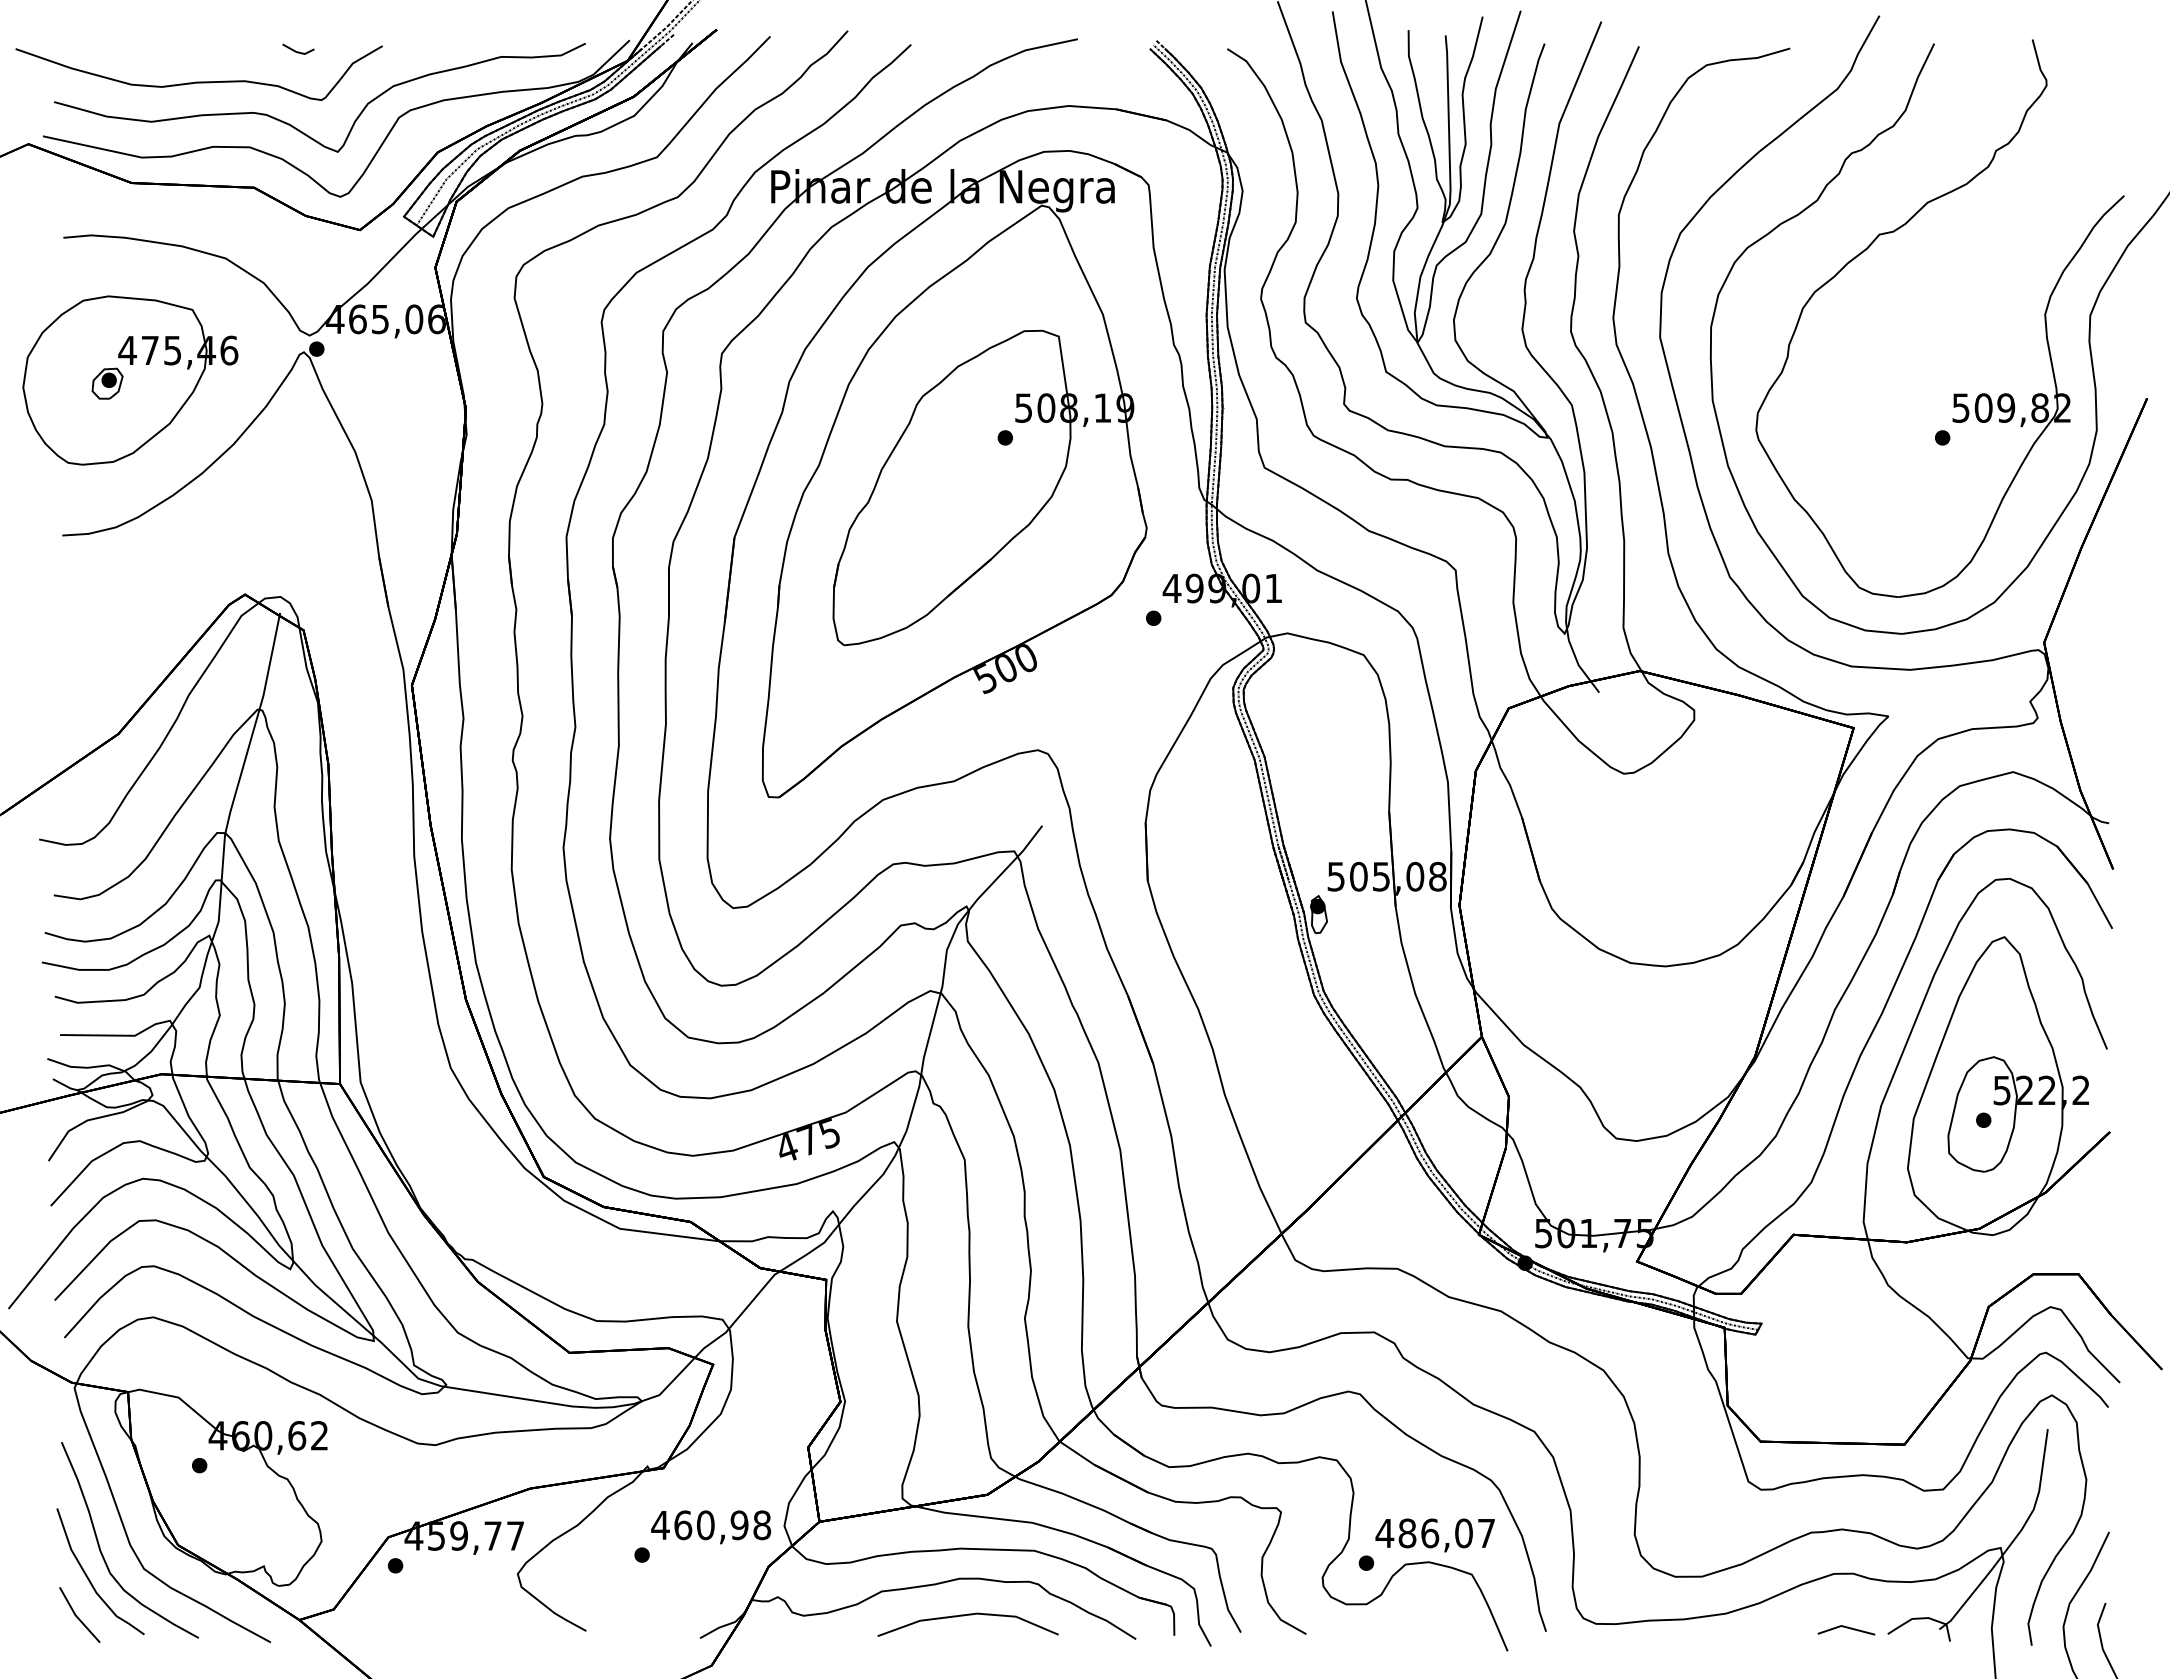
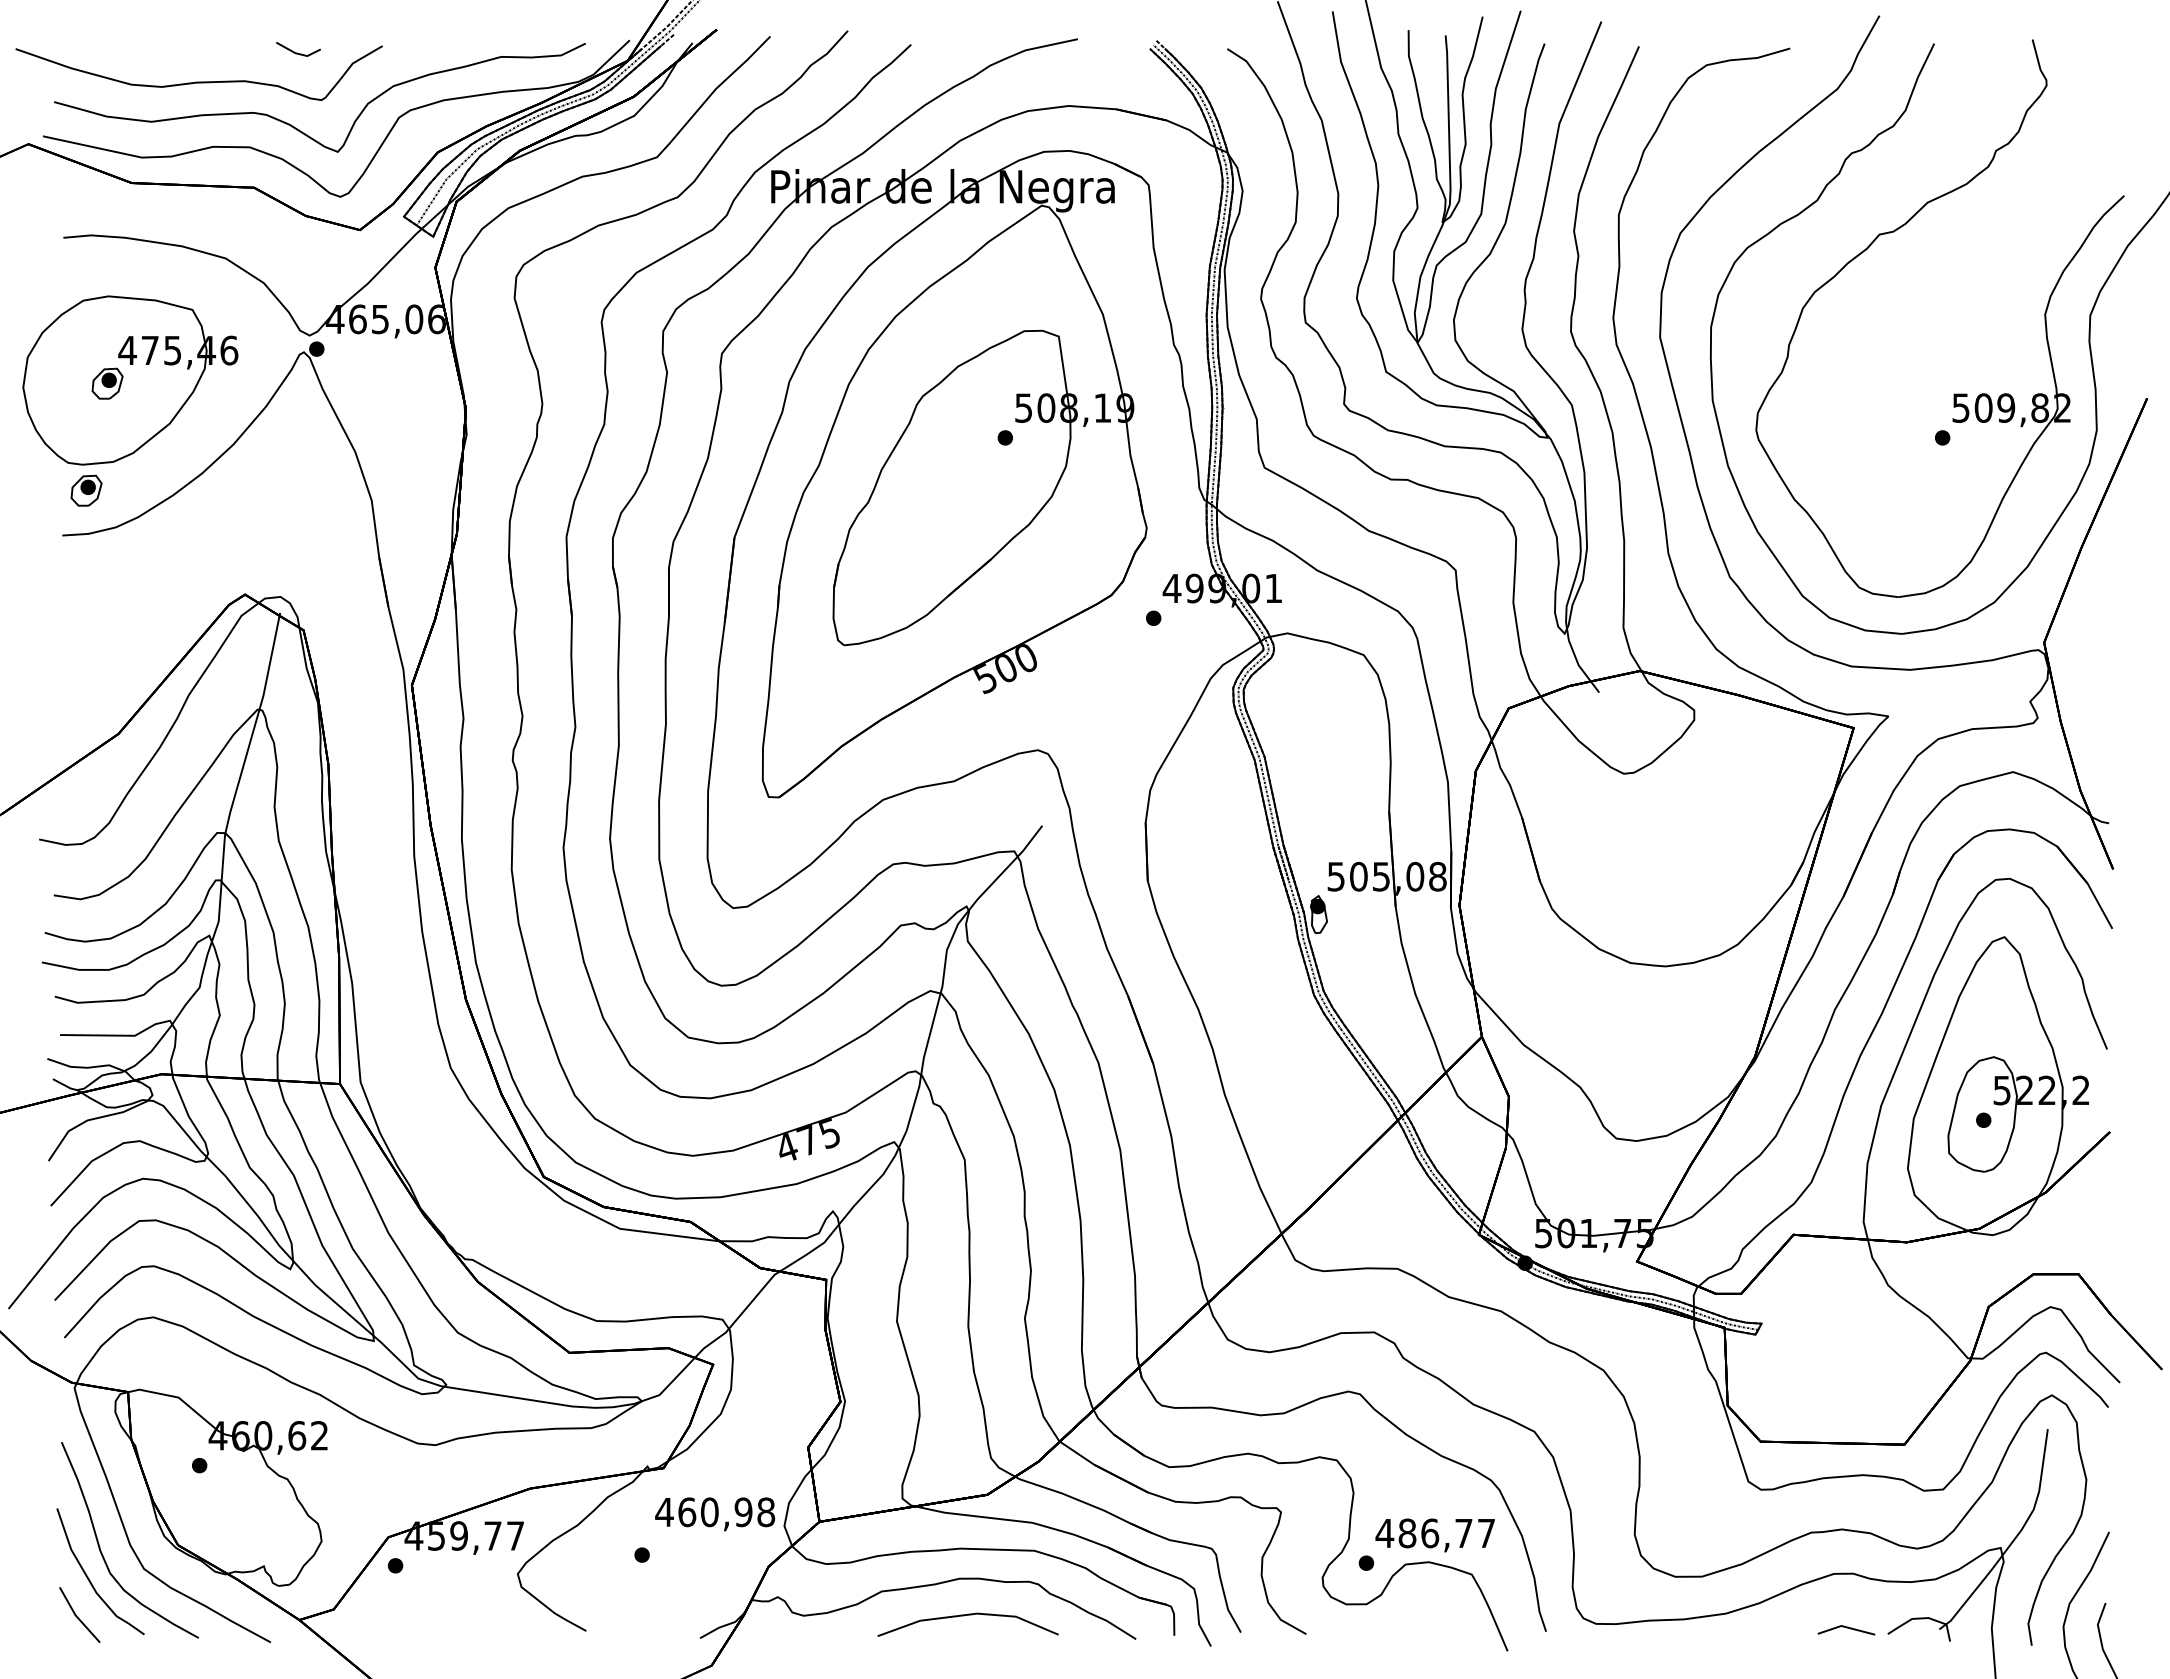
part at (298, 48) size: 33x12 px -> 45x15 px
part at (86, 490): none -> present
text at (711, 1527) position: (711, 1527) -> (715, 1514)
text at (1463, 1533): 486,07 -> 486,77
